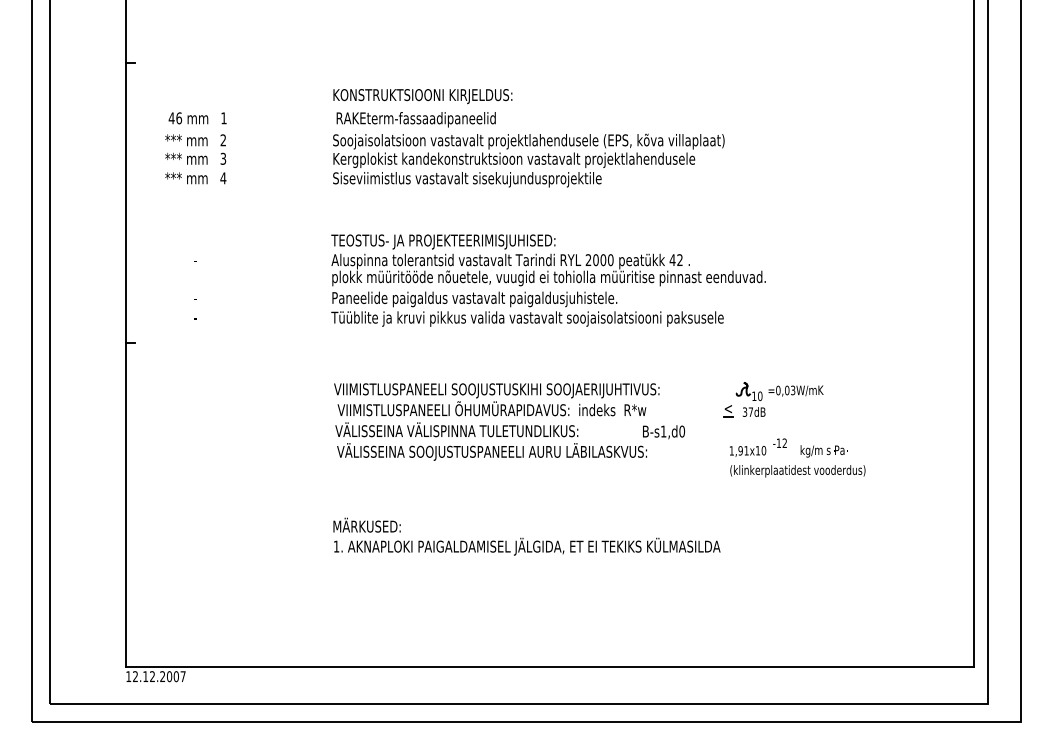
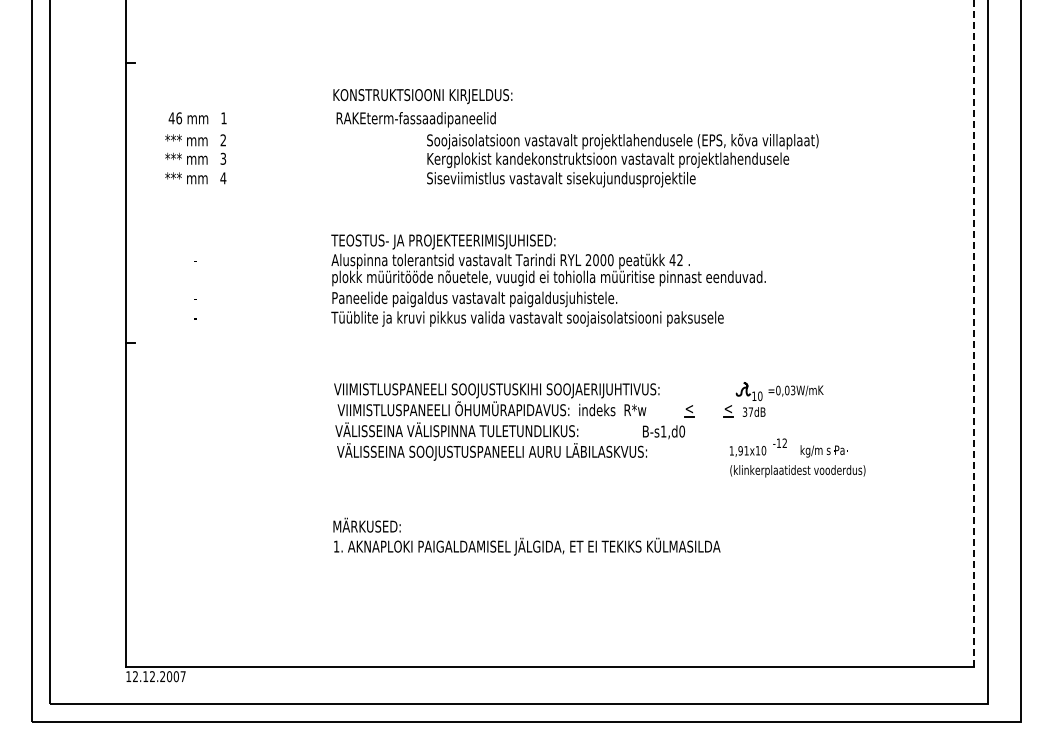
text at (528, 160) position: (528, 160) -> (622, 160)
line at (974, 332): solid -> dashed
part at (689, 411): none -> present
